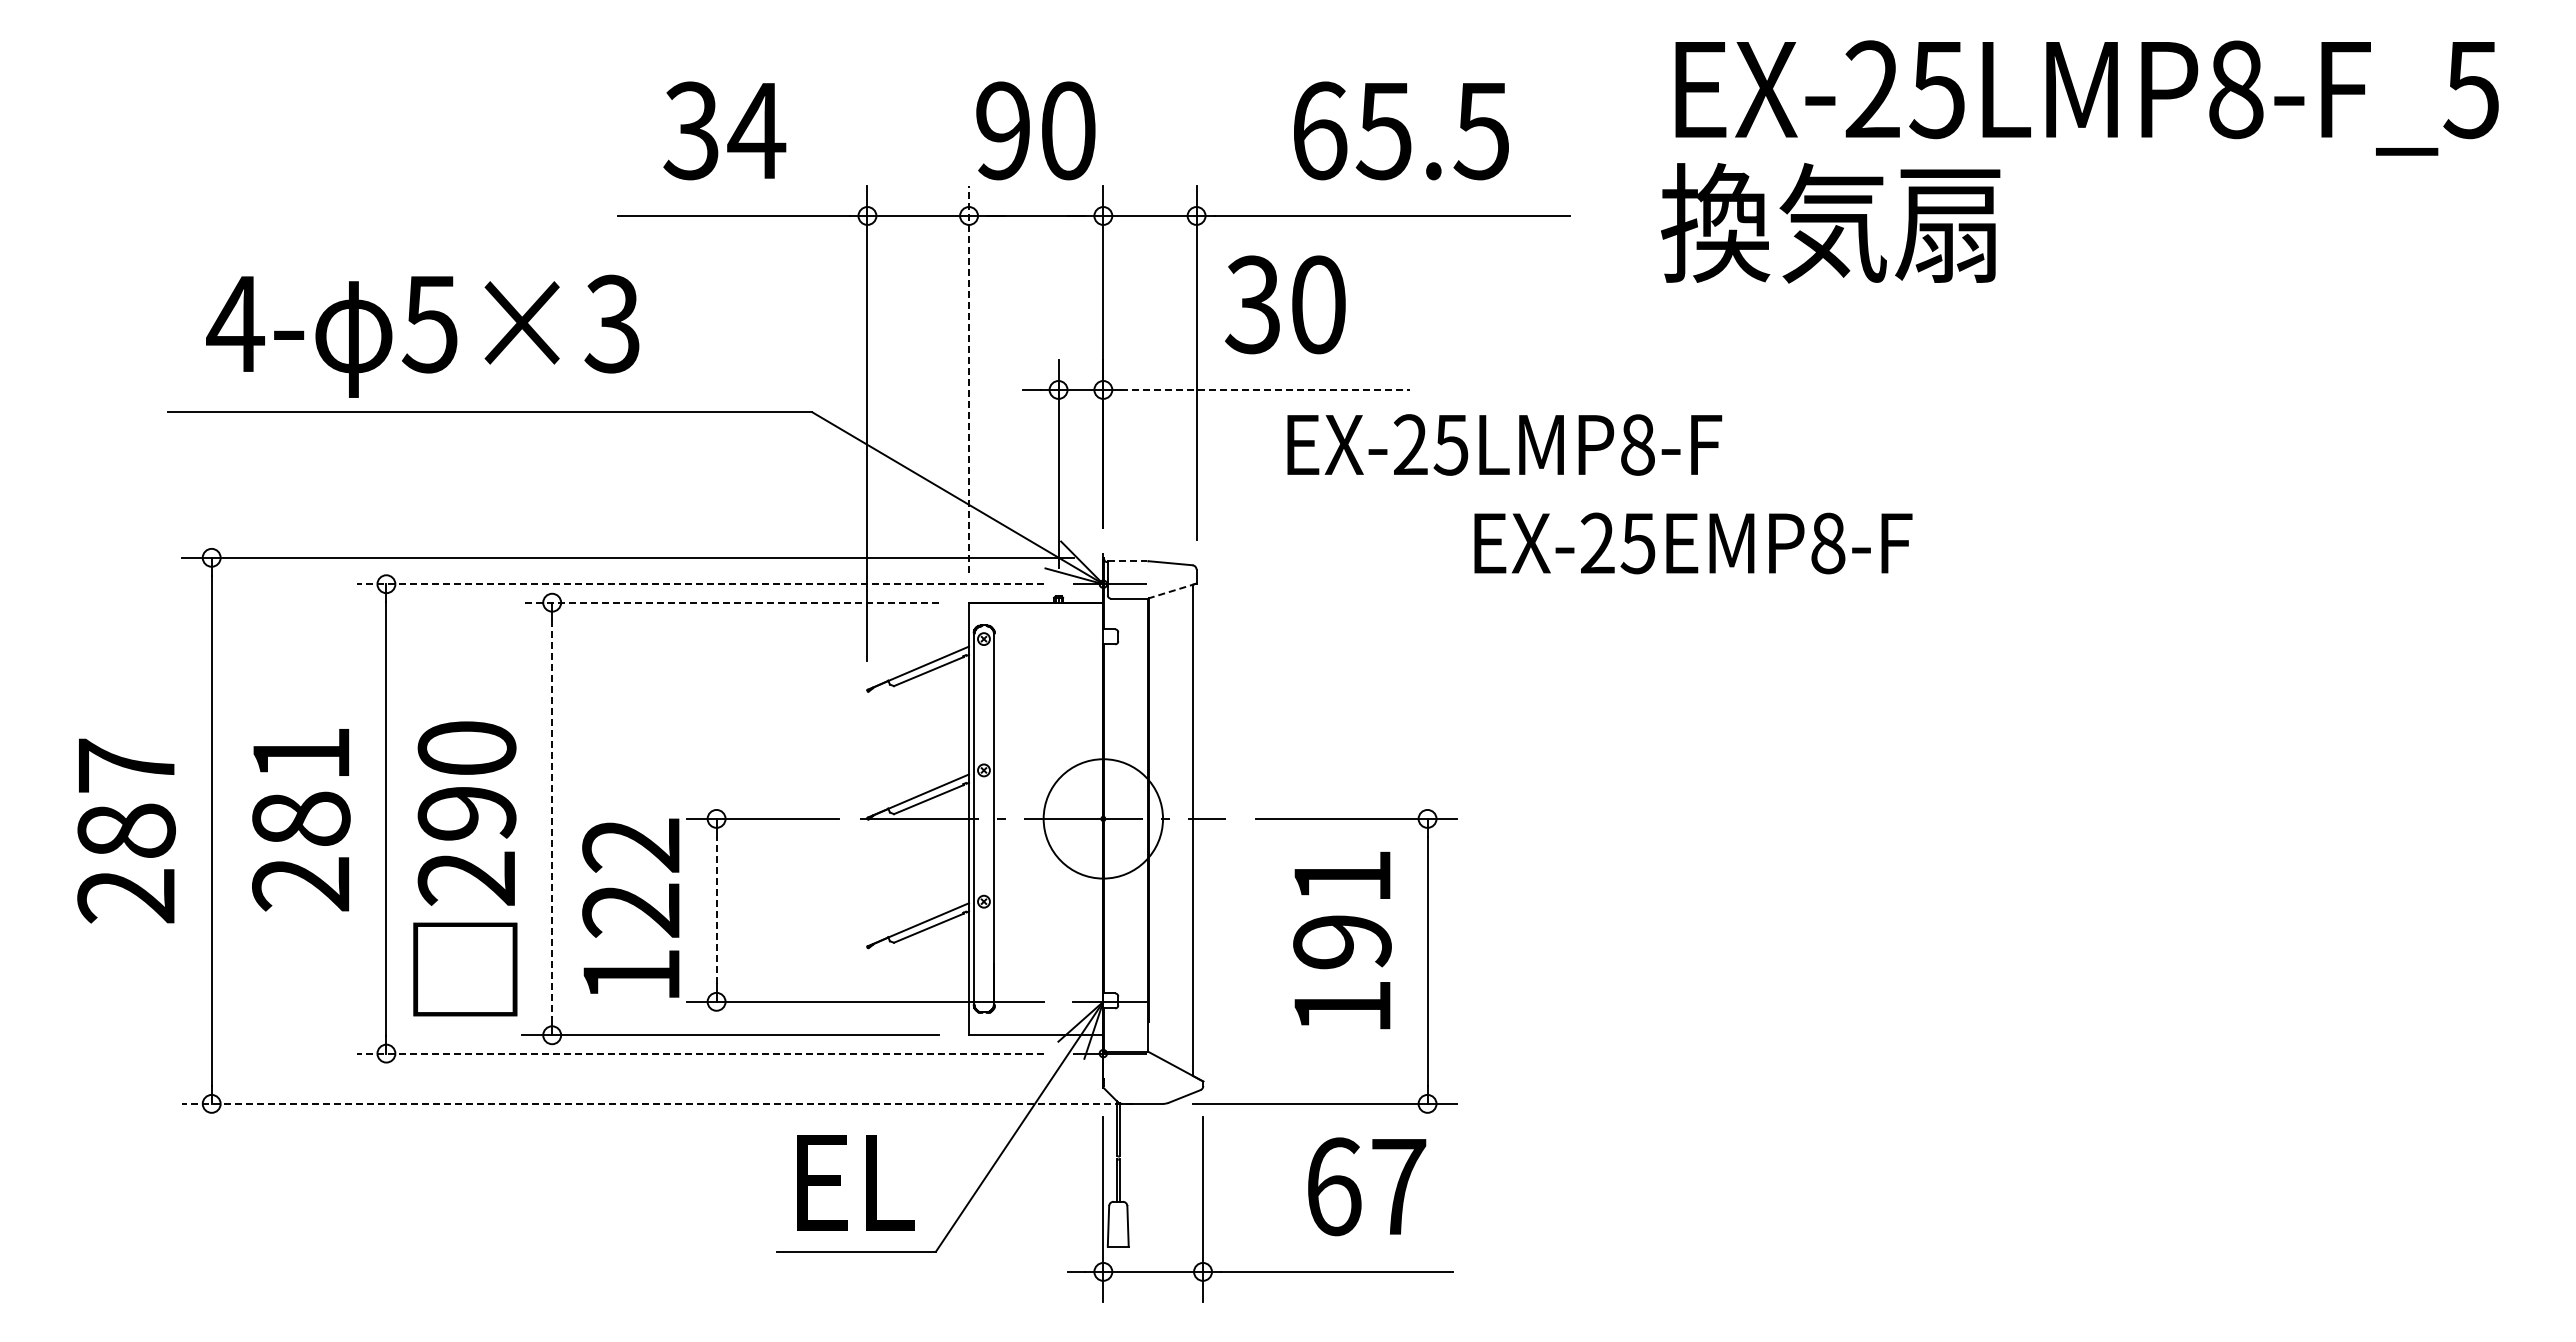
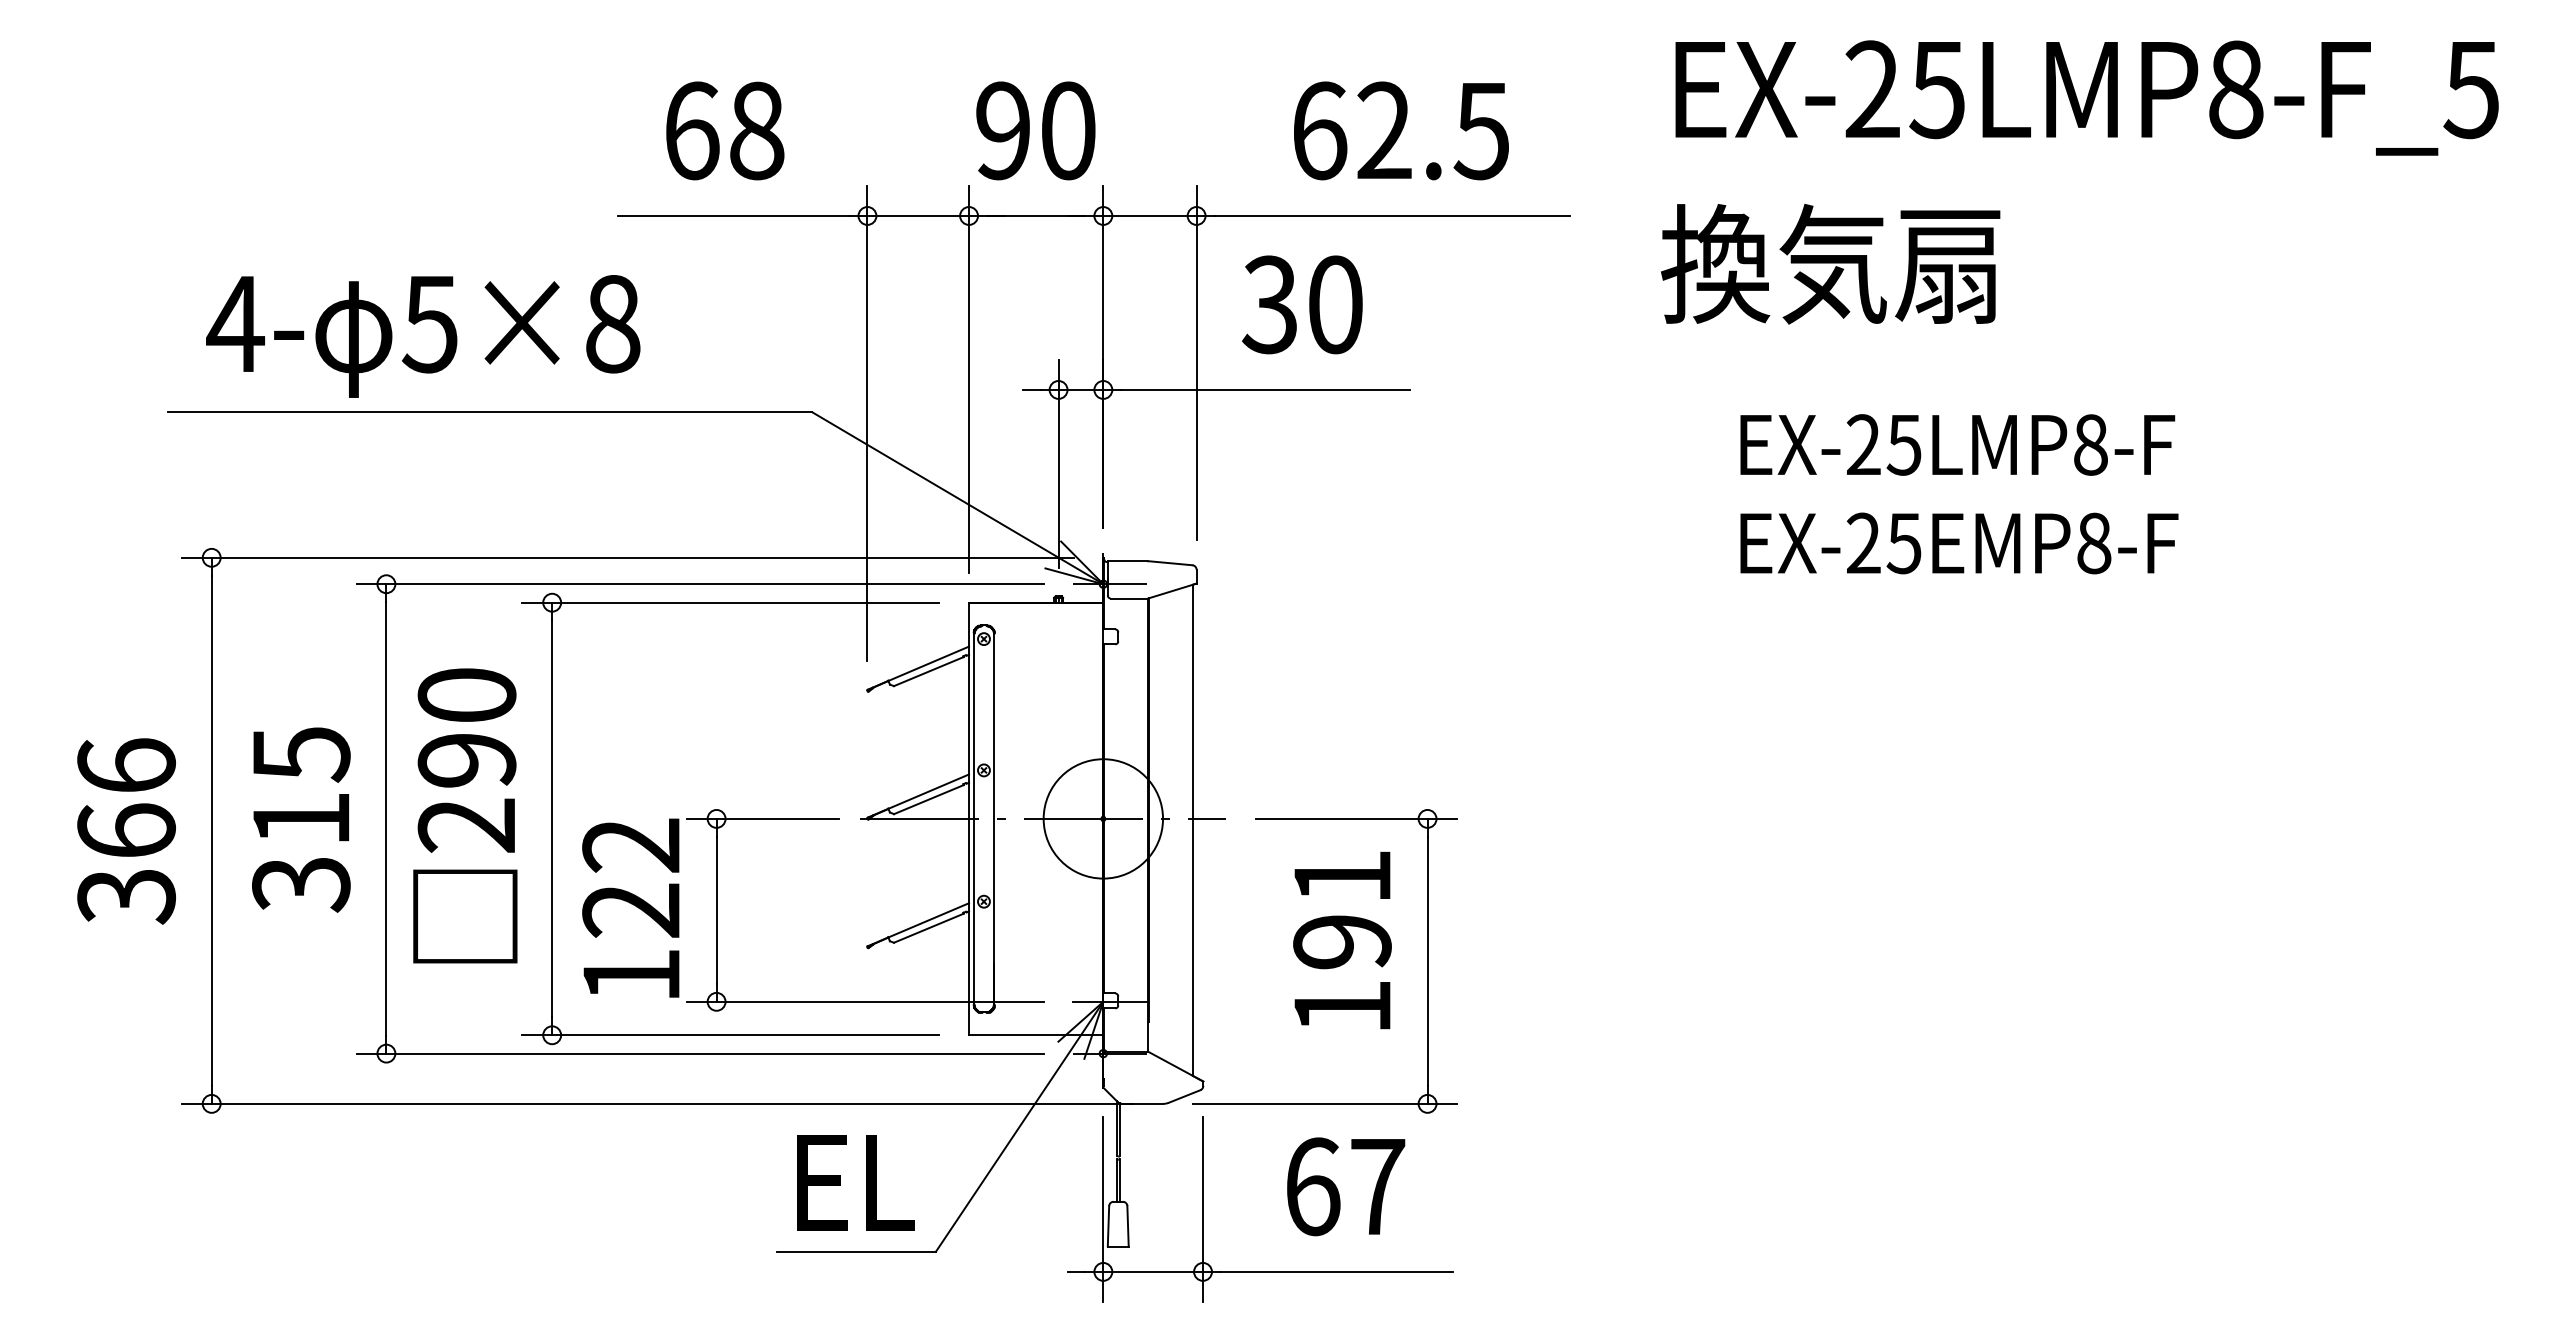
text at (724, 130): 34 -> 68
text at (1383, 130): 65.5 -> 62.5
text at (1830, 223) position: (1830, 223) -> (1830, 264)
text at (1285, 304) position: (1285, 304) -> (1302, 304)
text at (612, 323): 5×3 -> 5×8
line at (969, 379): dashed -> solid
line at (1265, 389): dashed -> solid
text at (1504, 444) position: (1504, 444) -> (1957, 444)
text at (1693, 543) position: (1693, 543) -> (1959, 543)
line at (1127, 561): dashed -> solid
line at (699, 584): dashed -> solid
line at (1171, 591): dashed -> solid
line at (730, 602): dashed -> solid
text at (301, 819): 281 -> 315
line at (552, 819): dashed -> solid
text at (126, 831): 287 -> 366
text at (465, 868) position: (465, 868) -> (465, 815)
line at (716, 910): dashed -> solid
line at (699, 1053): dashed -> solid
line at (657, 1103): dashed -> solid
text at (1367, 1186) position: (1367, 1186) -> (1346, 1186)
